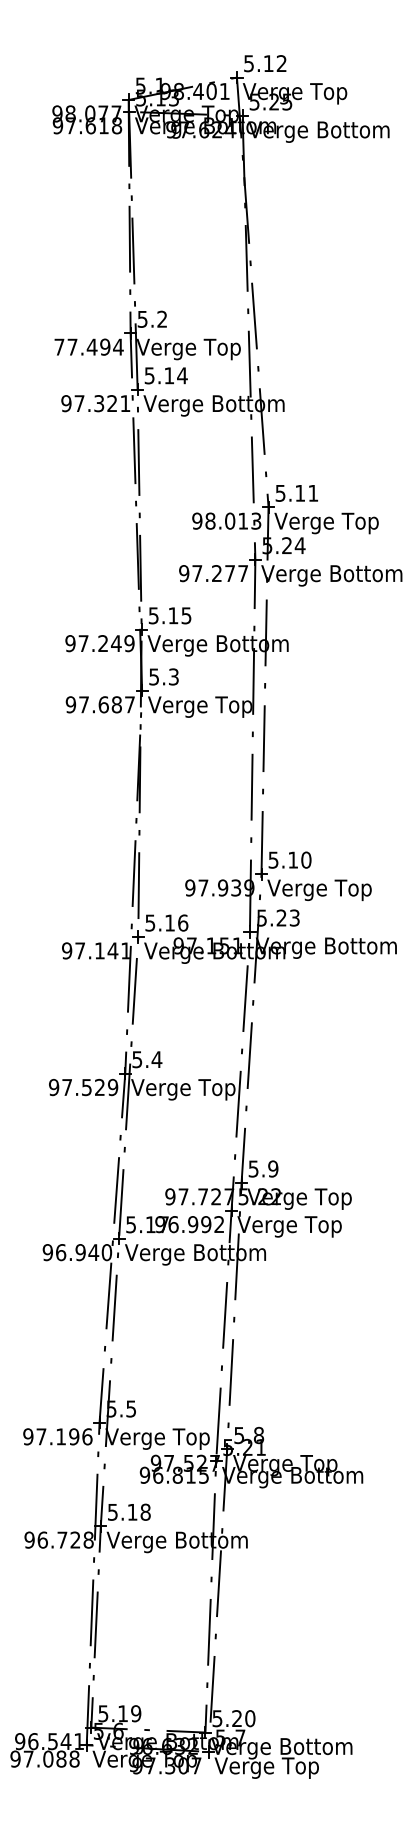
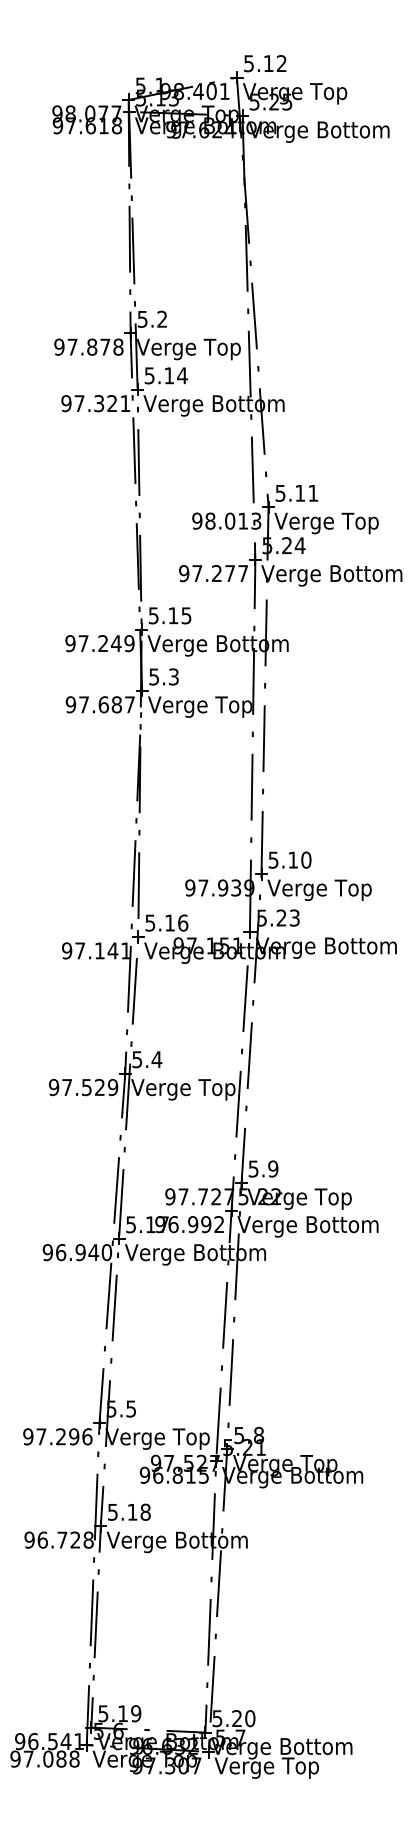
text at (88, 346): 77.494 -> 97.878
text at (341, 1226): Verge Top -> Verge Bottom
text at (60, 1436): 97.196 -> 97.296
